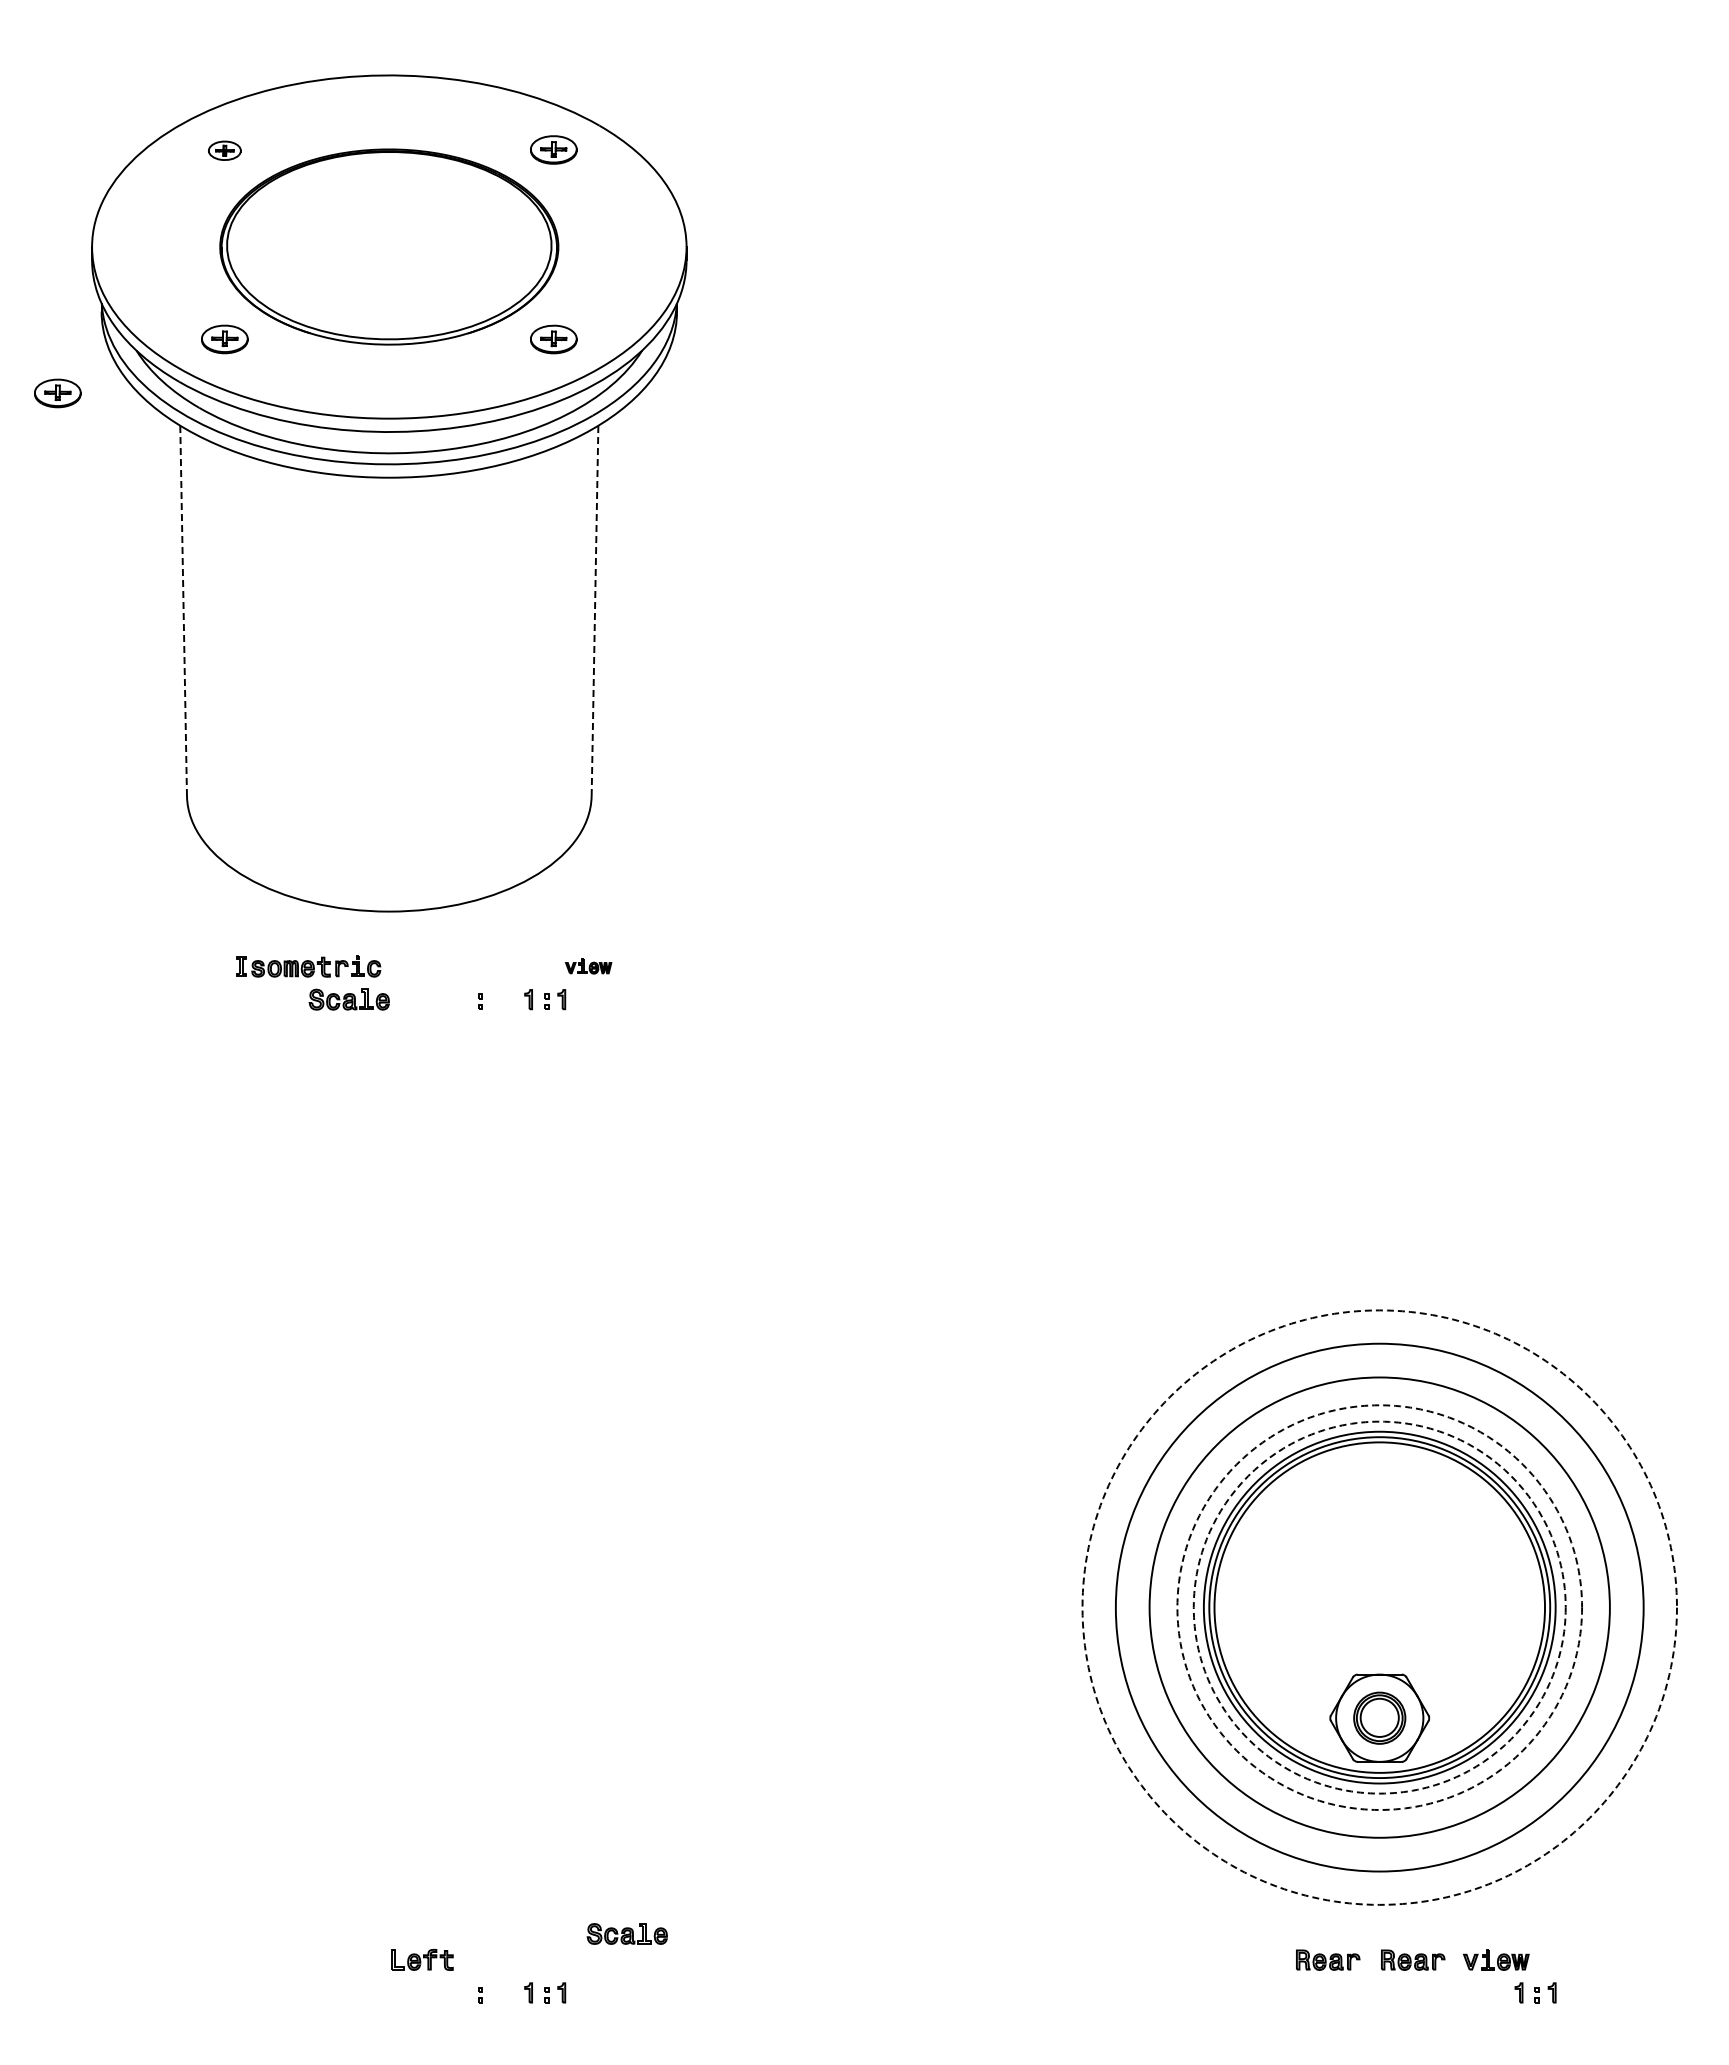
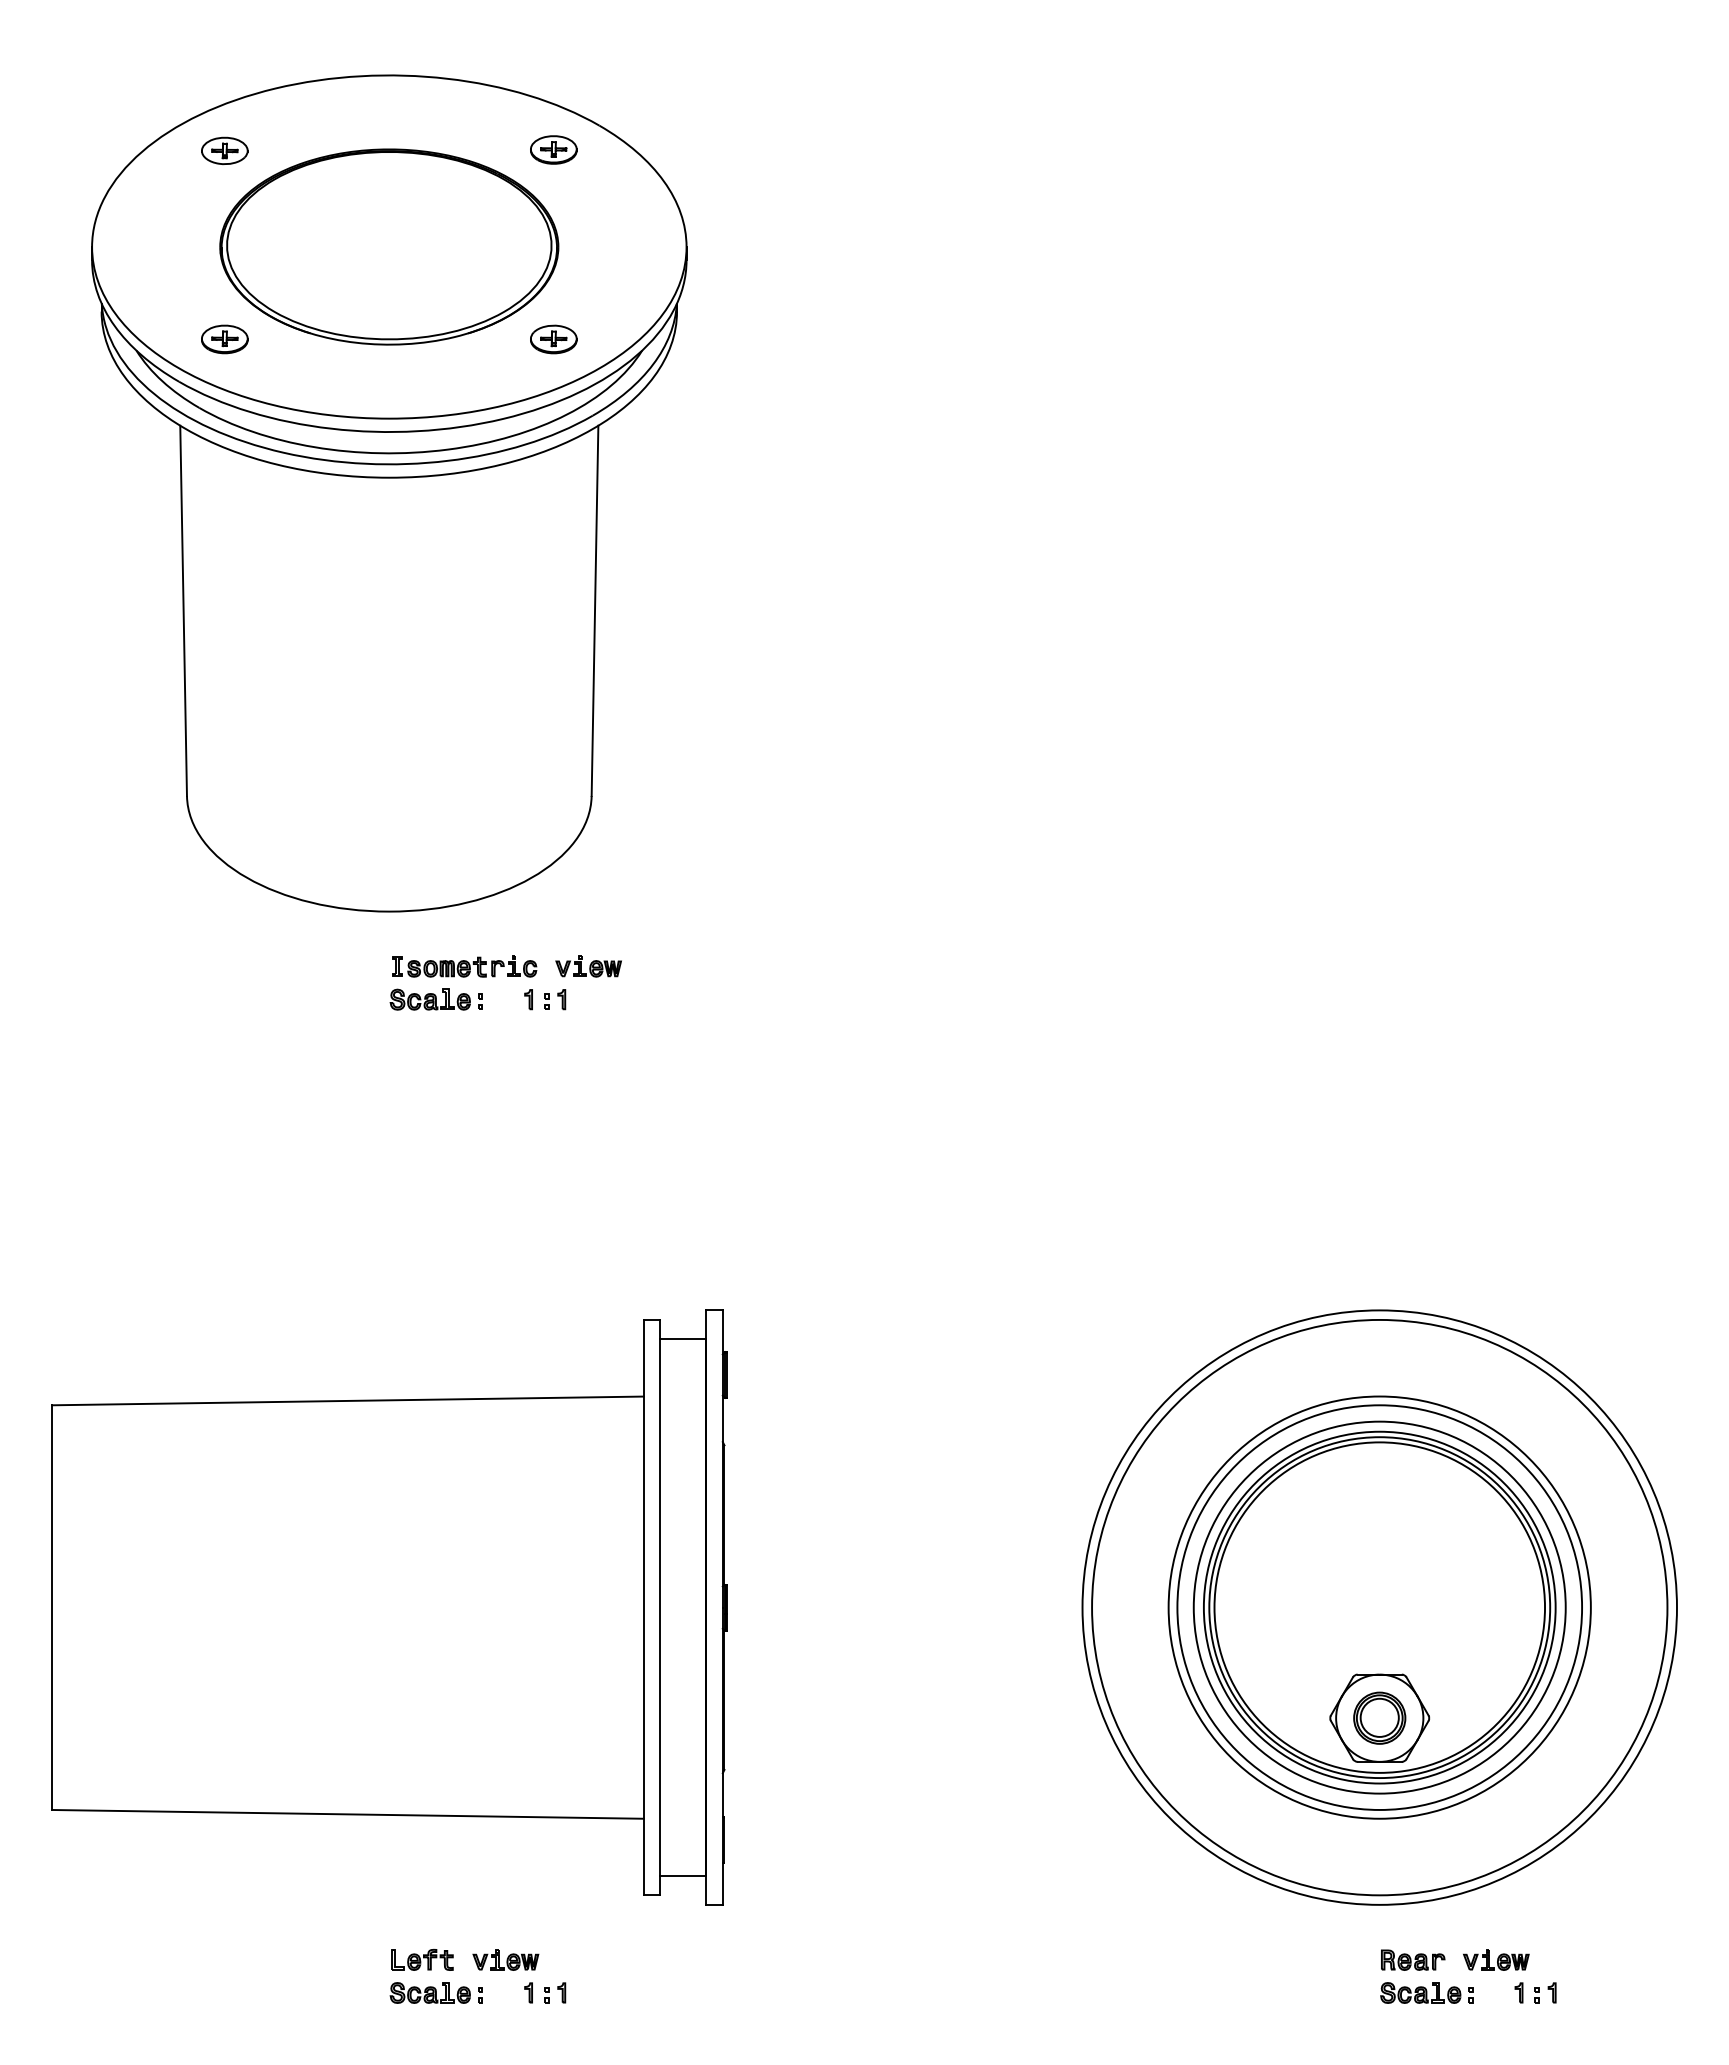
part at (224, 150) size: 34x21 px -> 48x29 px
part at (57, 393): present -> none
line at (183, 610): dashed -> solid
line at (595, 610): dashed -> solid
part at (308, 966) position: (308, 966) -> (464, 966)
part at (588, 966) size: 48x17 px -> 67x23 px
part at (348, 999) position: (348, 999) -> (429, 999)
part at (389, 1607): none -> present
circle at (1379, 1607) diameter: 460 px -> 575 px
circle at (1379, 1607) diameter: 528 px -> 422 px
circle at (1379, 1607): dashed -> solid
circle at (1379, 1607): dashed -> solid
circle at (1379, 1607): dashed -> solid
part at (626, 1933) position: (626, 1933) -> (429, 1992)
part at (505, 1959): none -> present
part at (1328, 1959): present -> none
part at (1426, 1992): none -> present
